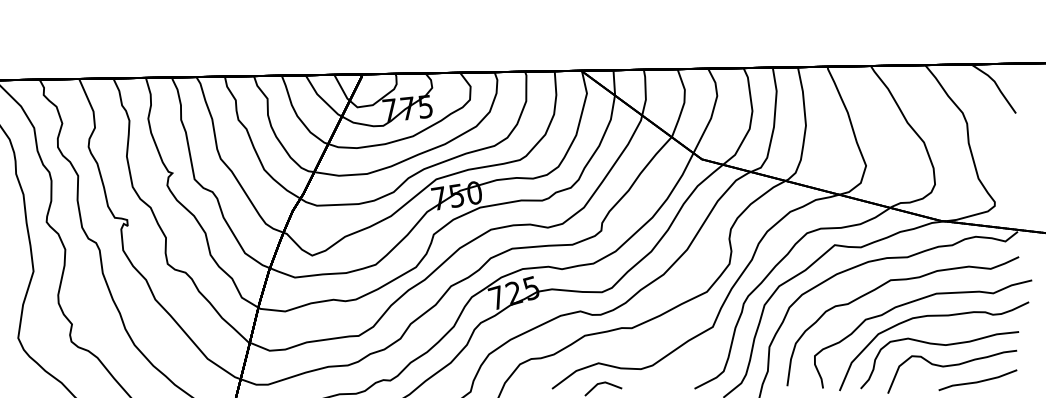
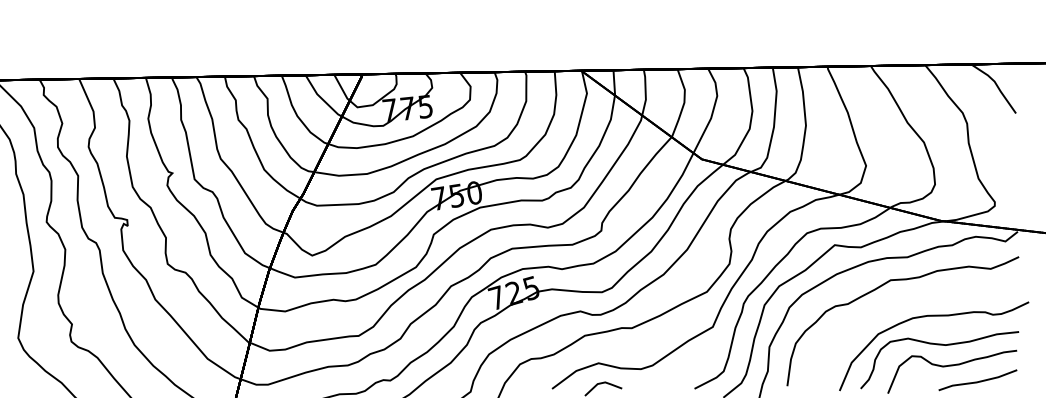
part at (913, 302): present -> none
